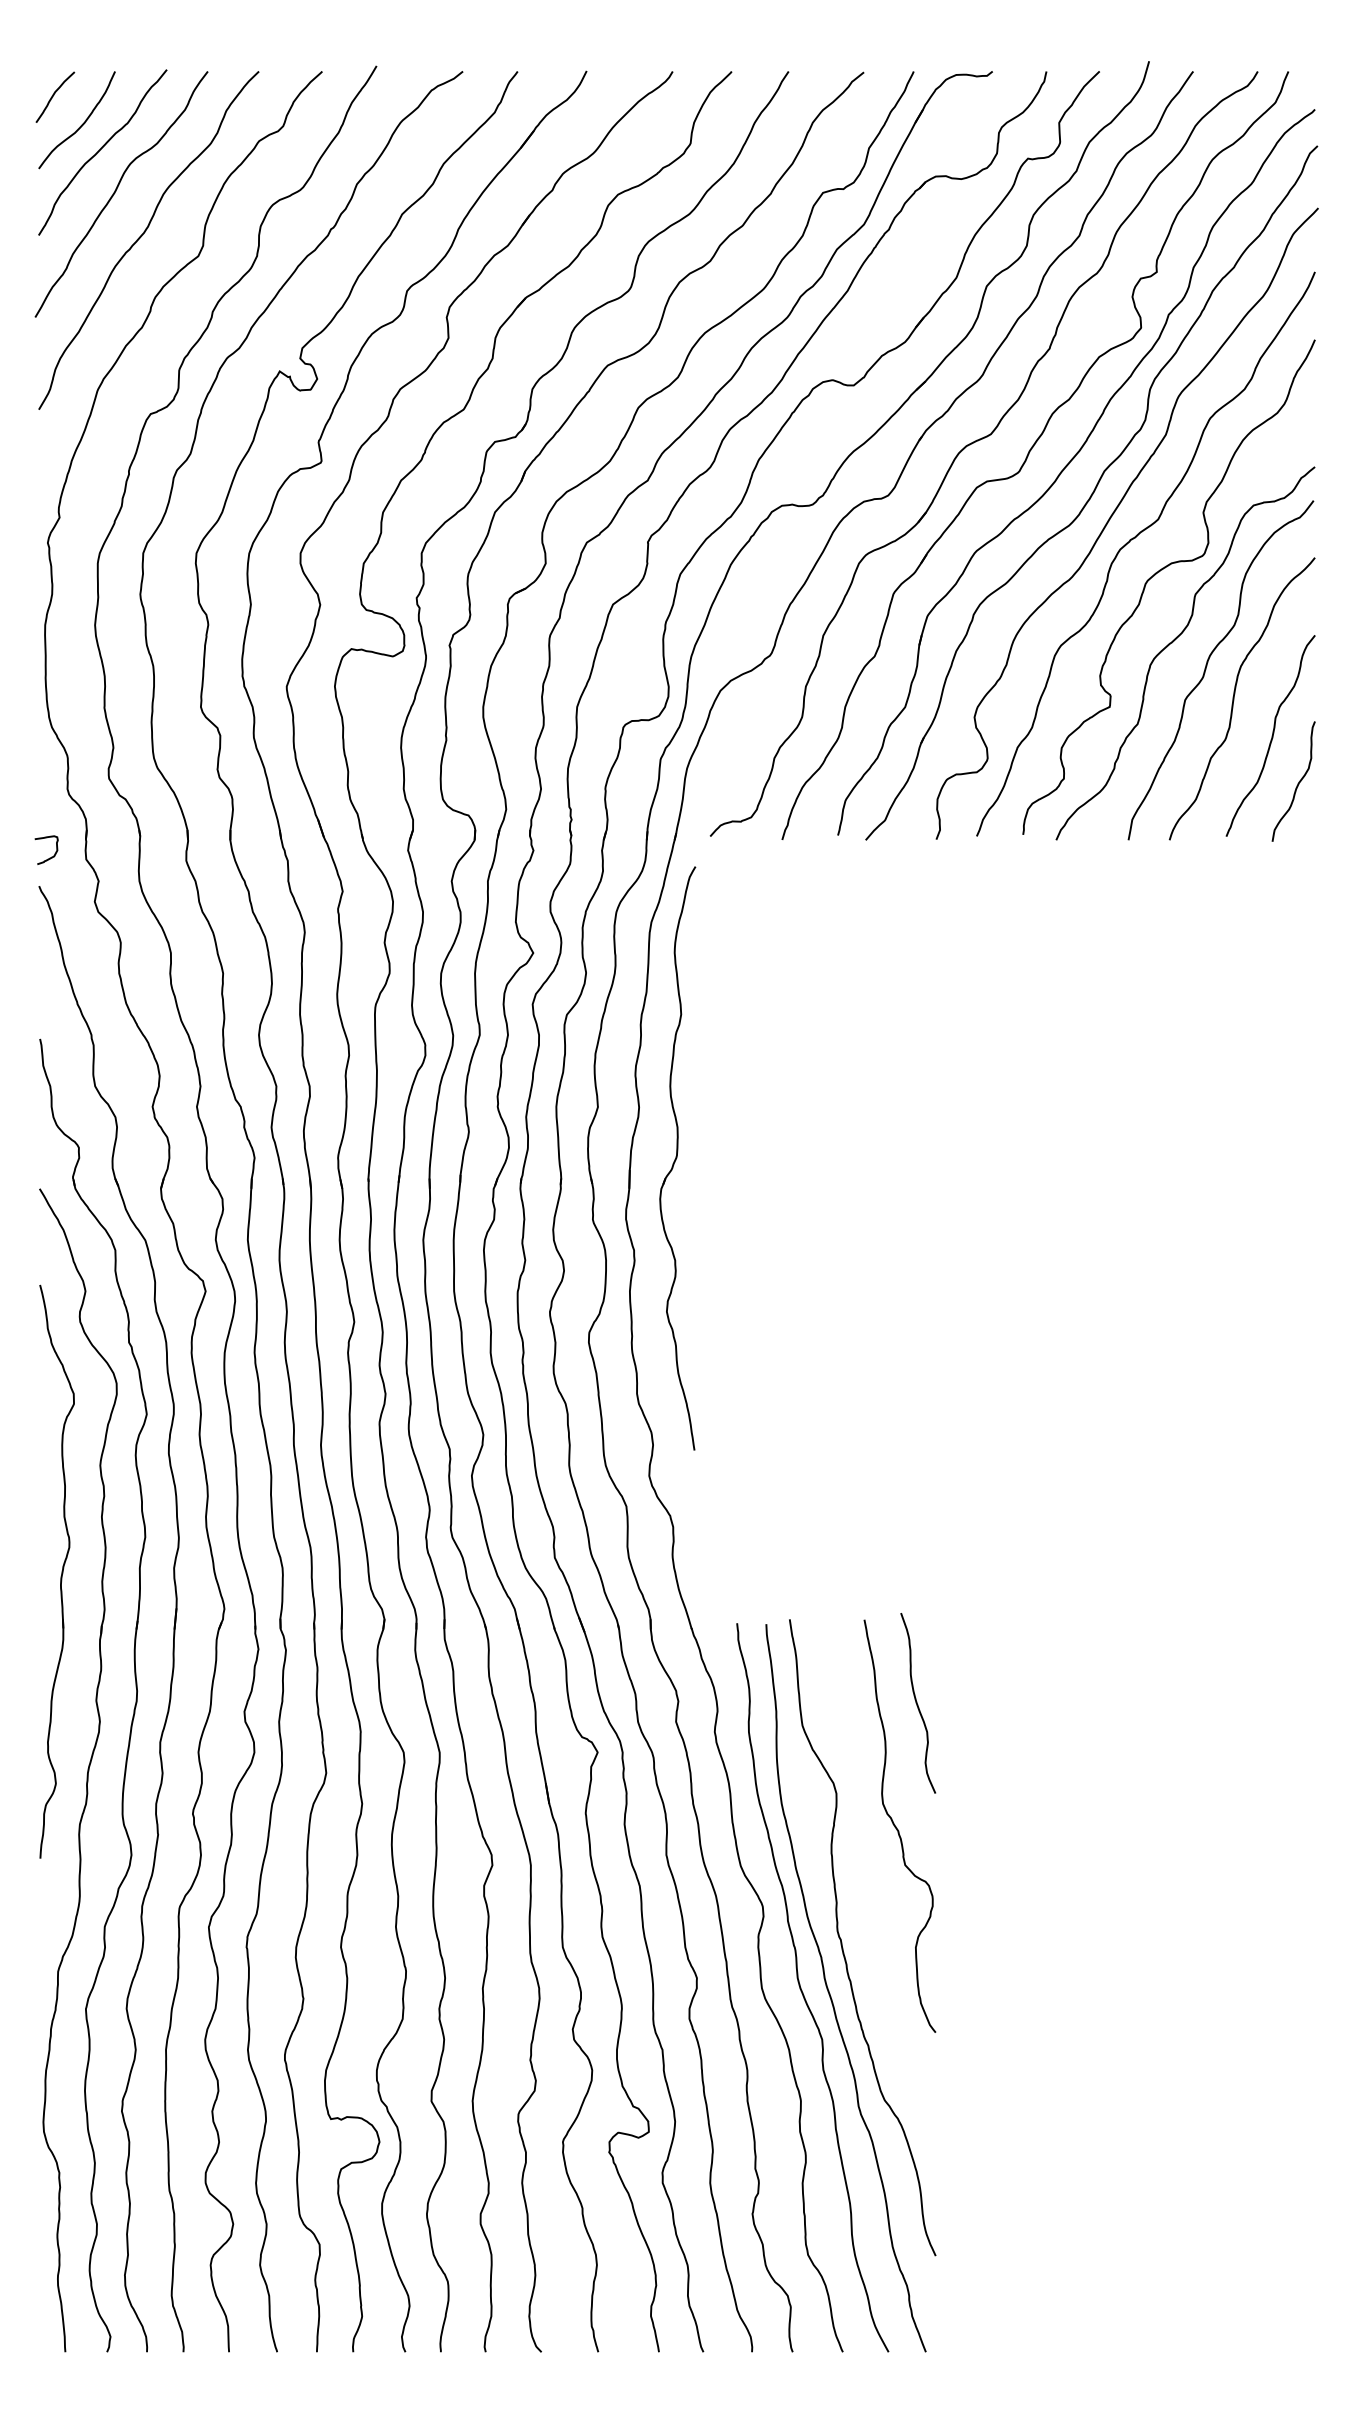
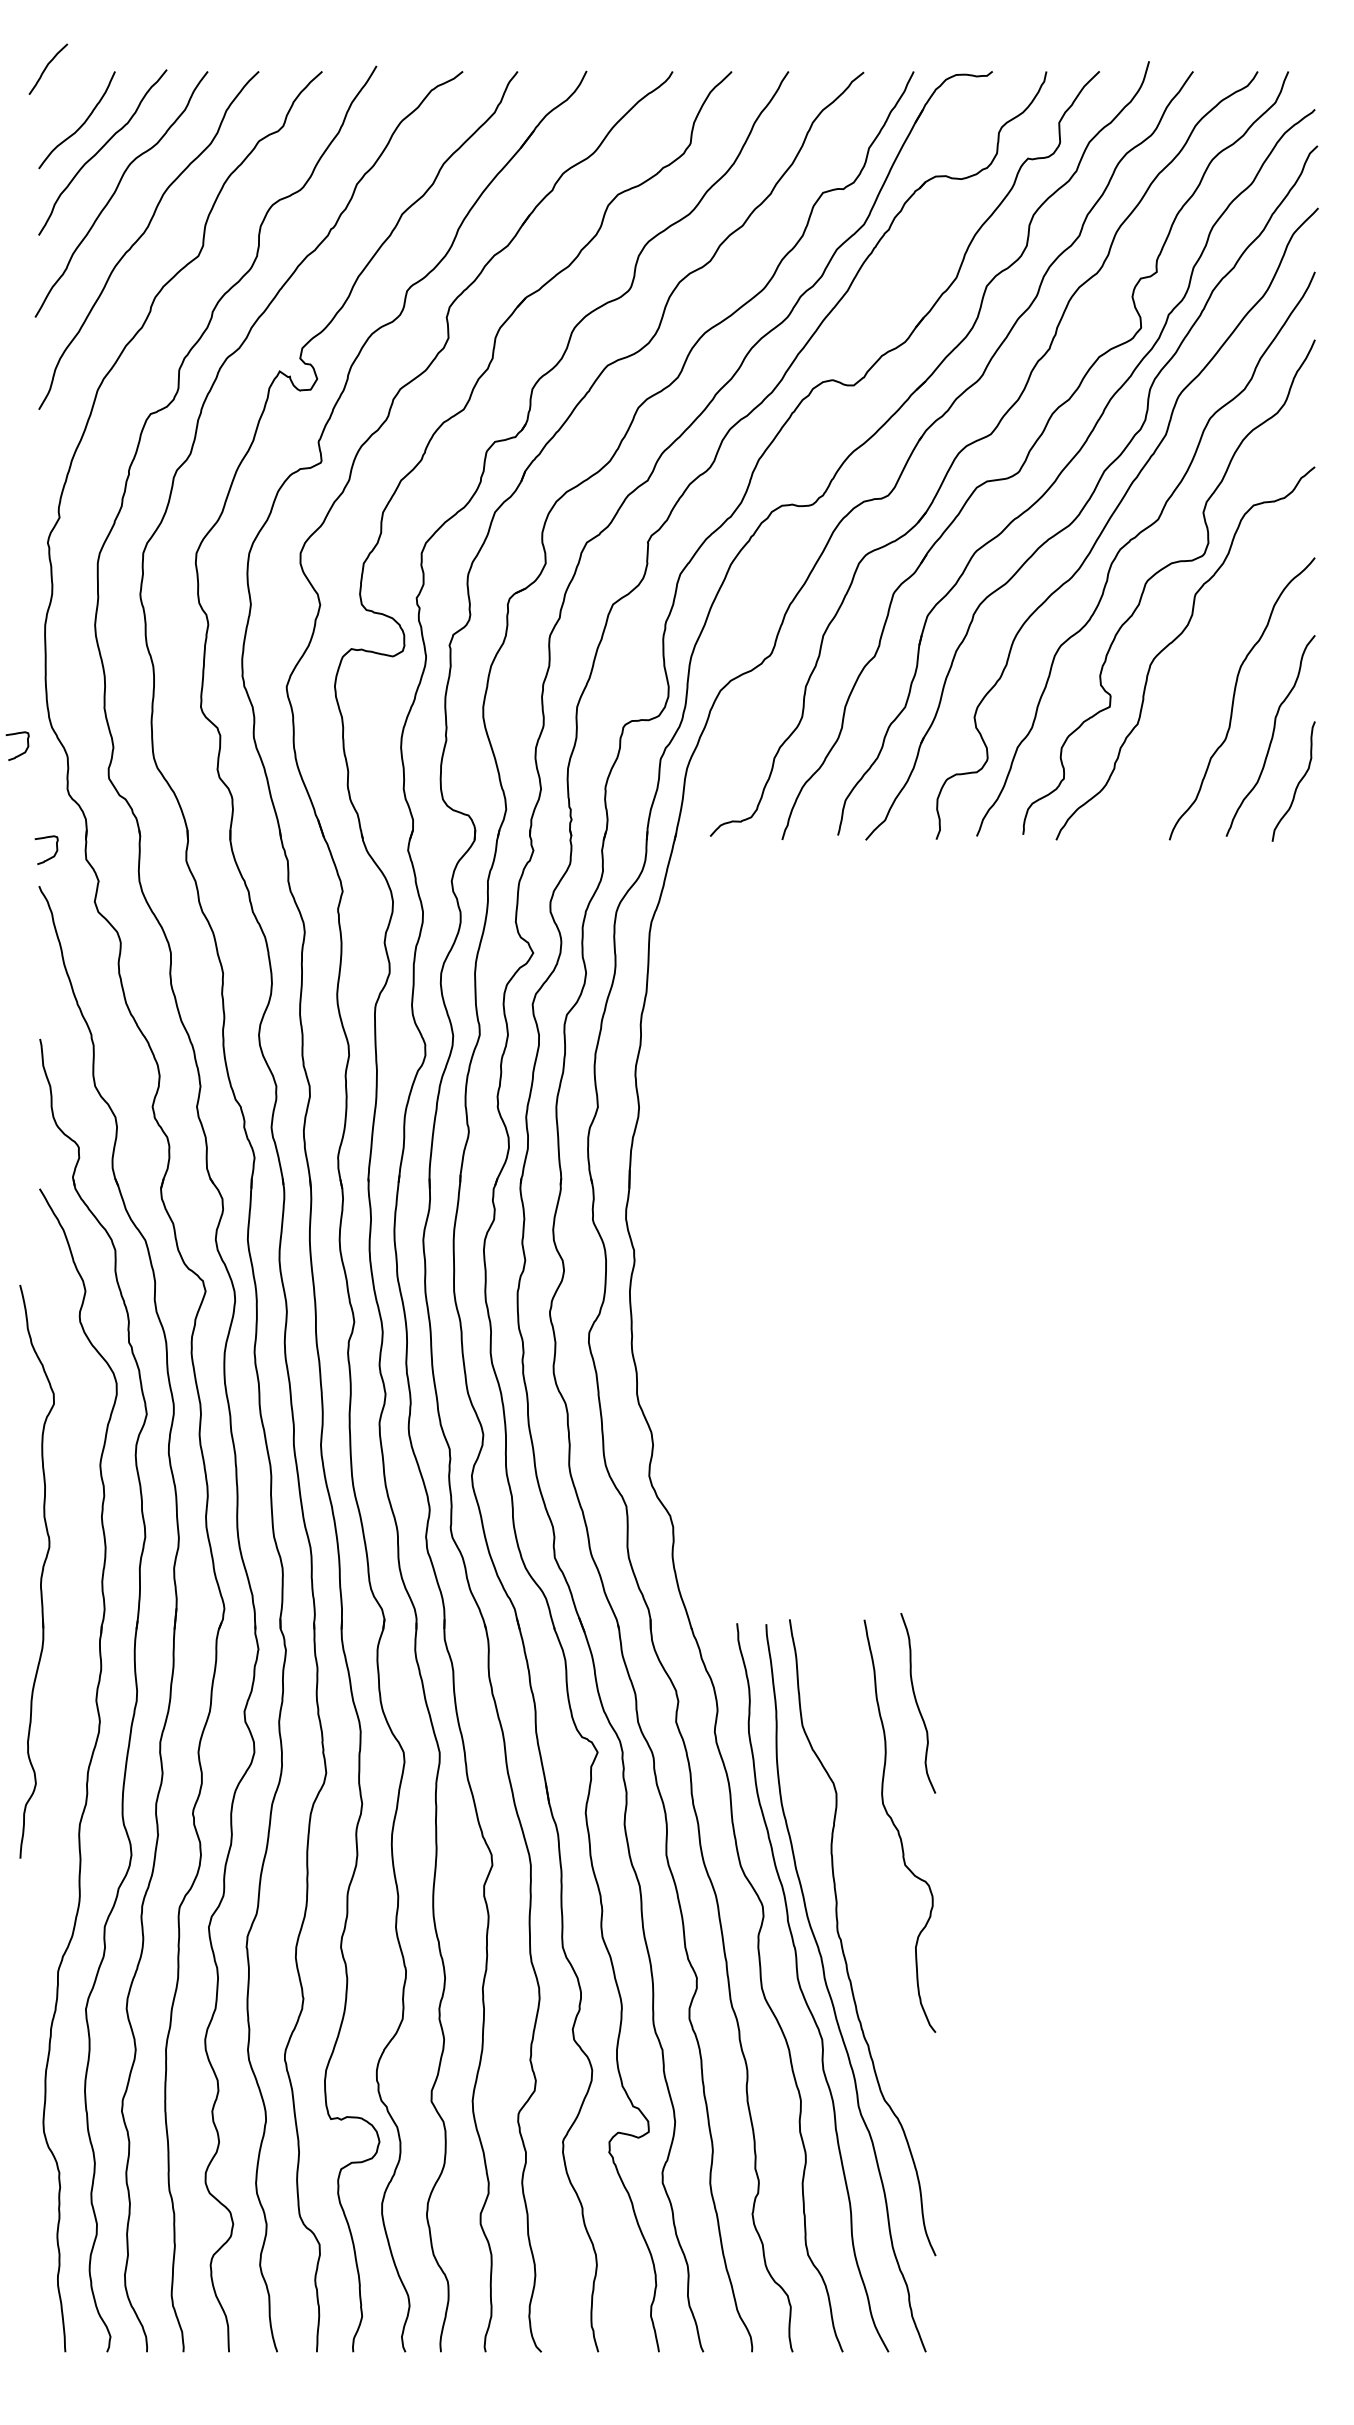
curve at (54, 95) position: (54, 95) -> (47, 67)
curve at (1207, 666): present -> none
curve at (20, 753): none -> present
part at (677, 1158): present -> none
part at (56, 1571) position: (56, 1571) -> (36, 1571)
